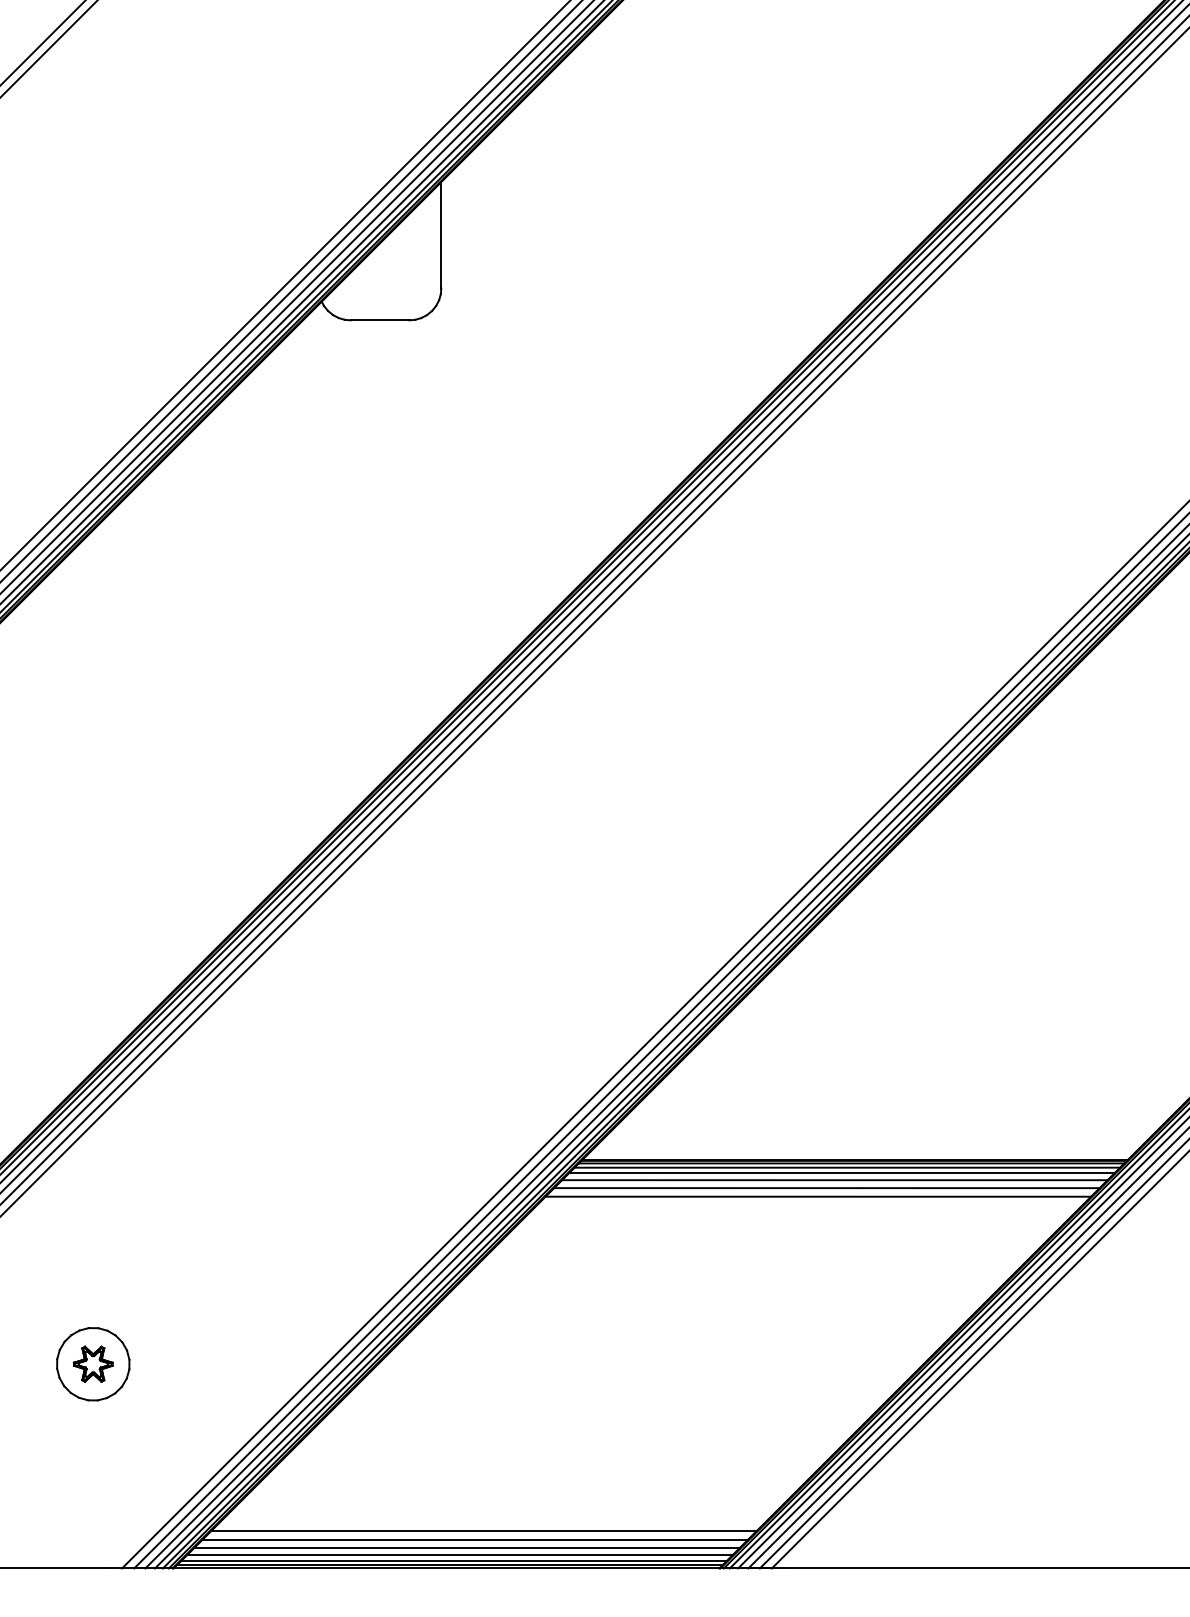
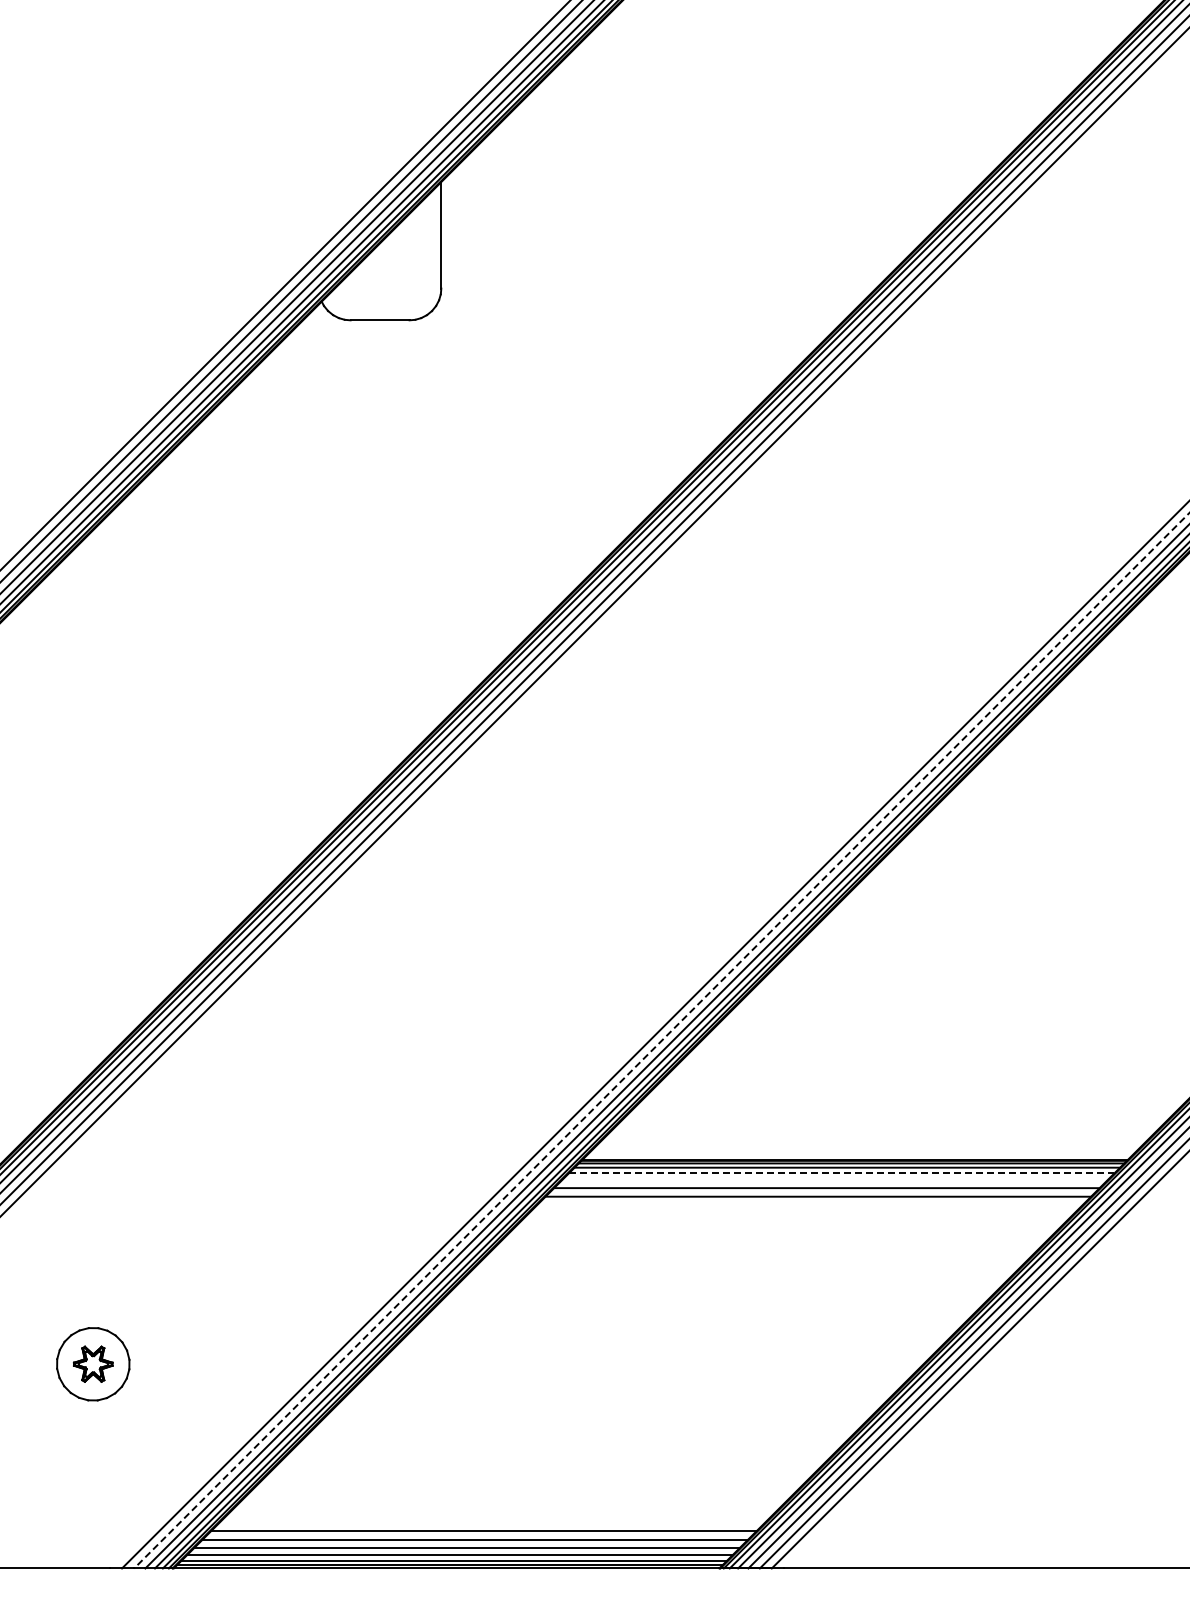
line at (42, 42): present -> none
line at (48, 48): present -> none
line at (661, 1040): solid -> dashed
line at (841, 1173): solid -> dashed
line at (834, 1180): present -> none
